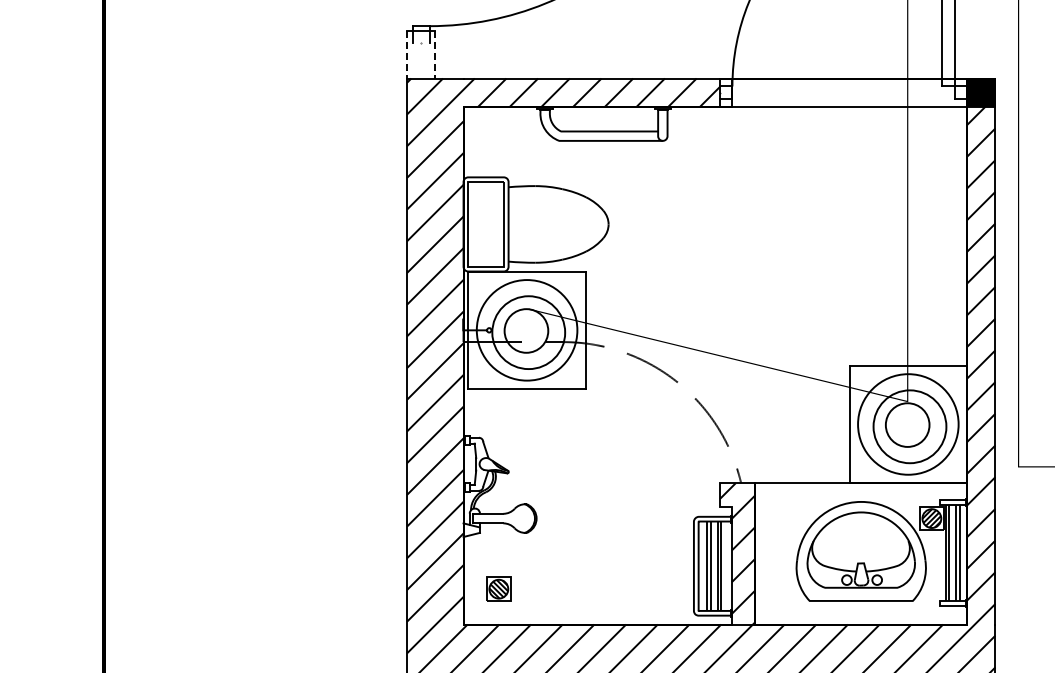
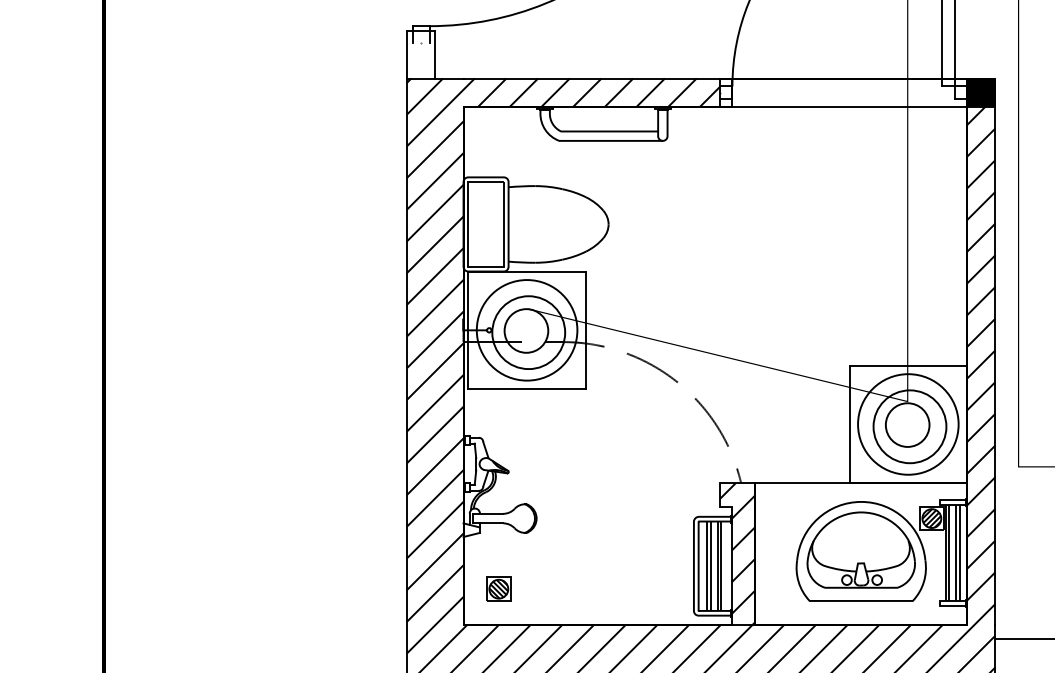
line at (407, 55): dashed -> solid
line at (435, 55): dashed -> solid
line at (1023, 638): none -> present
